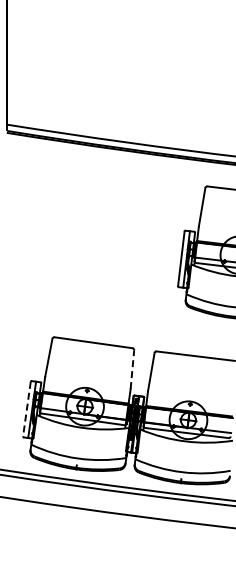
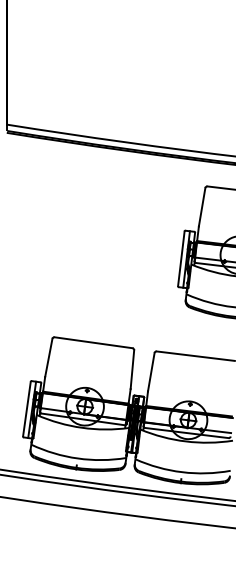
line at (132, 369): dashed -> solid
line at (26, 409): dashed -> solid
